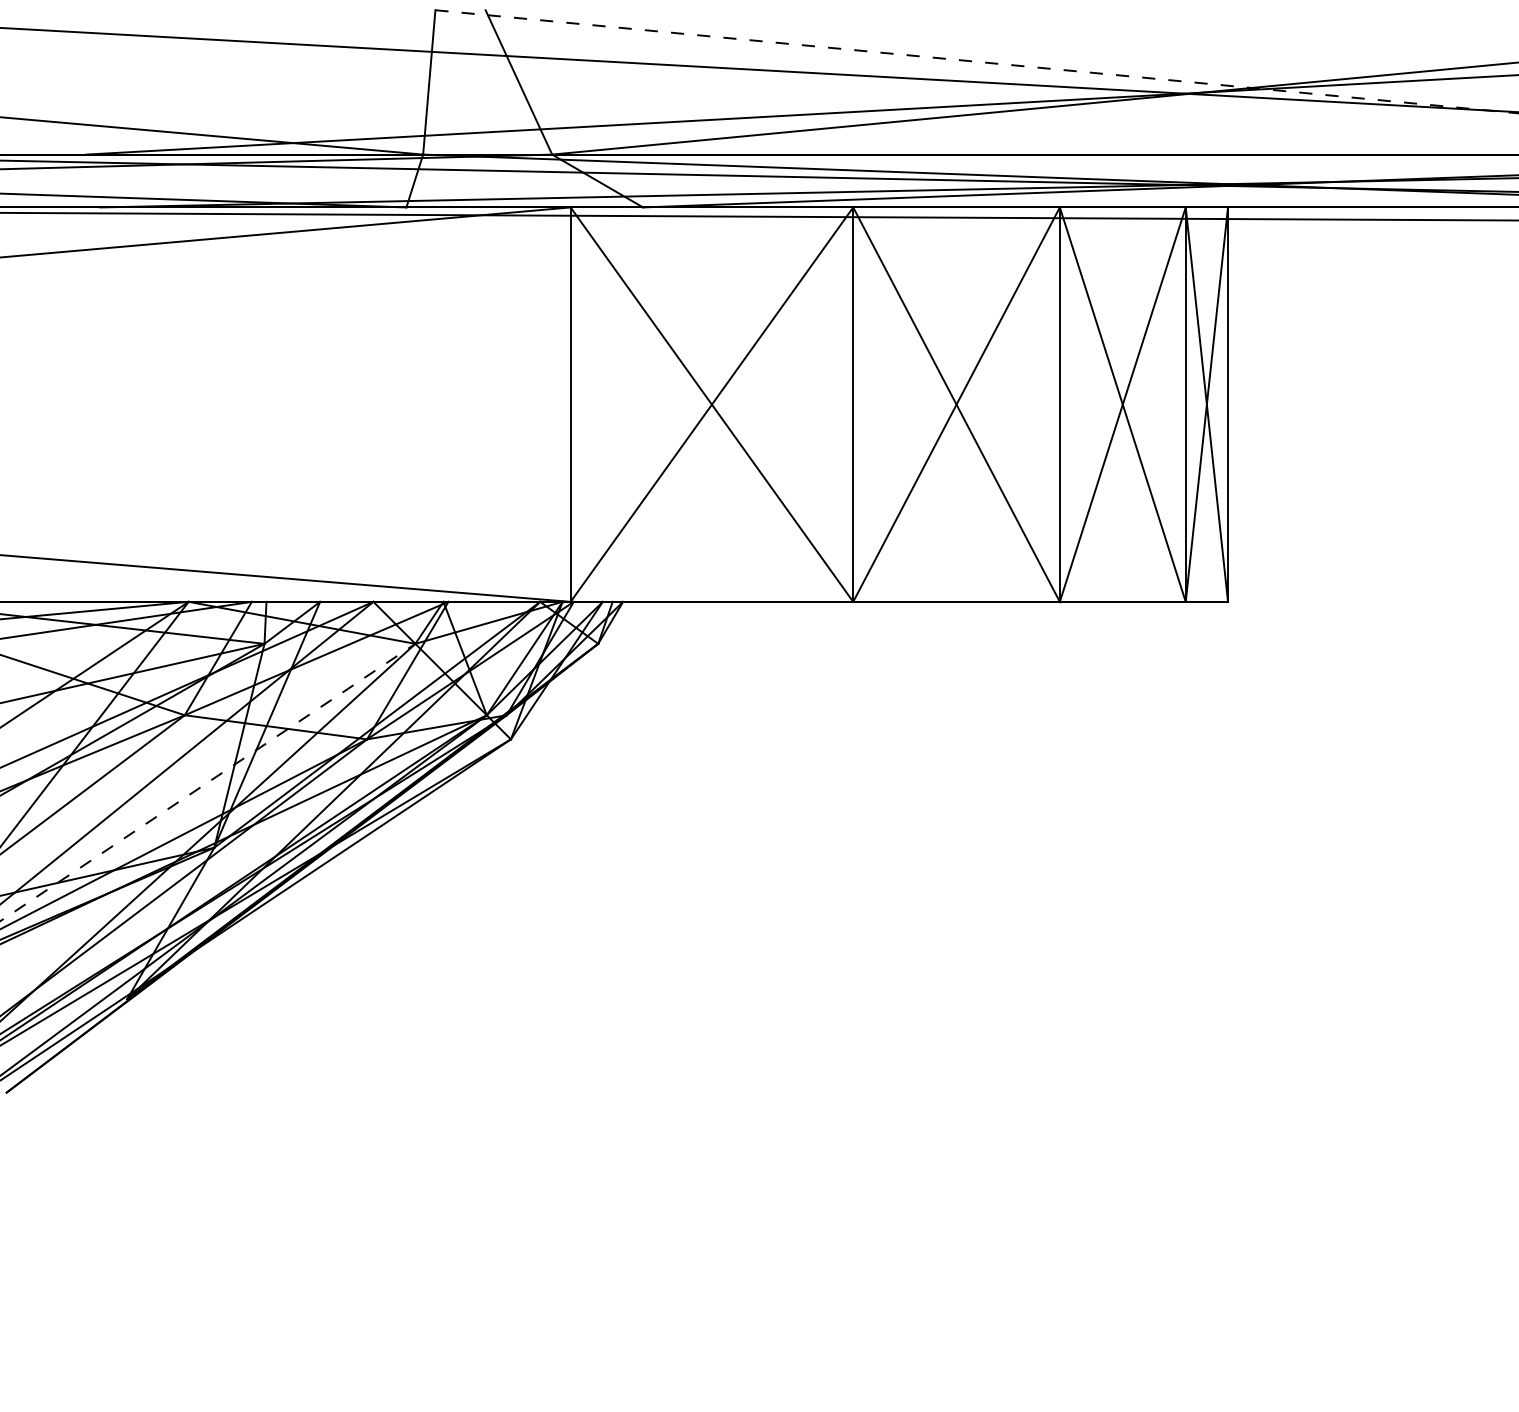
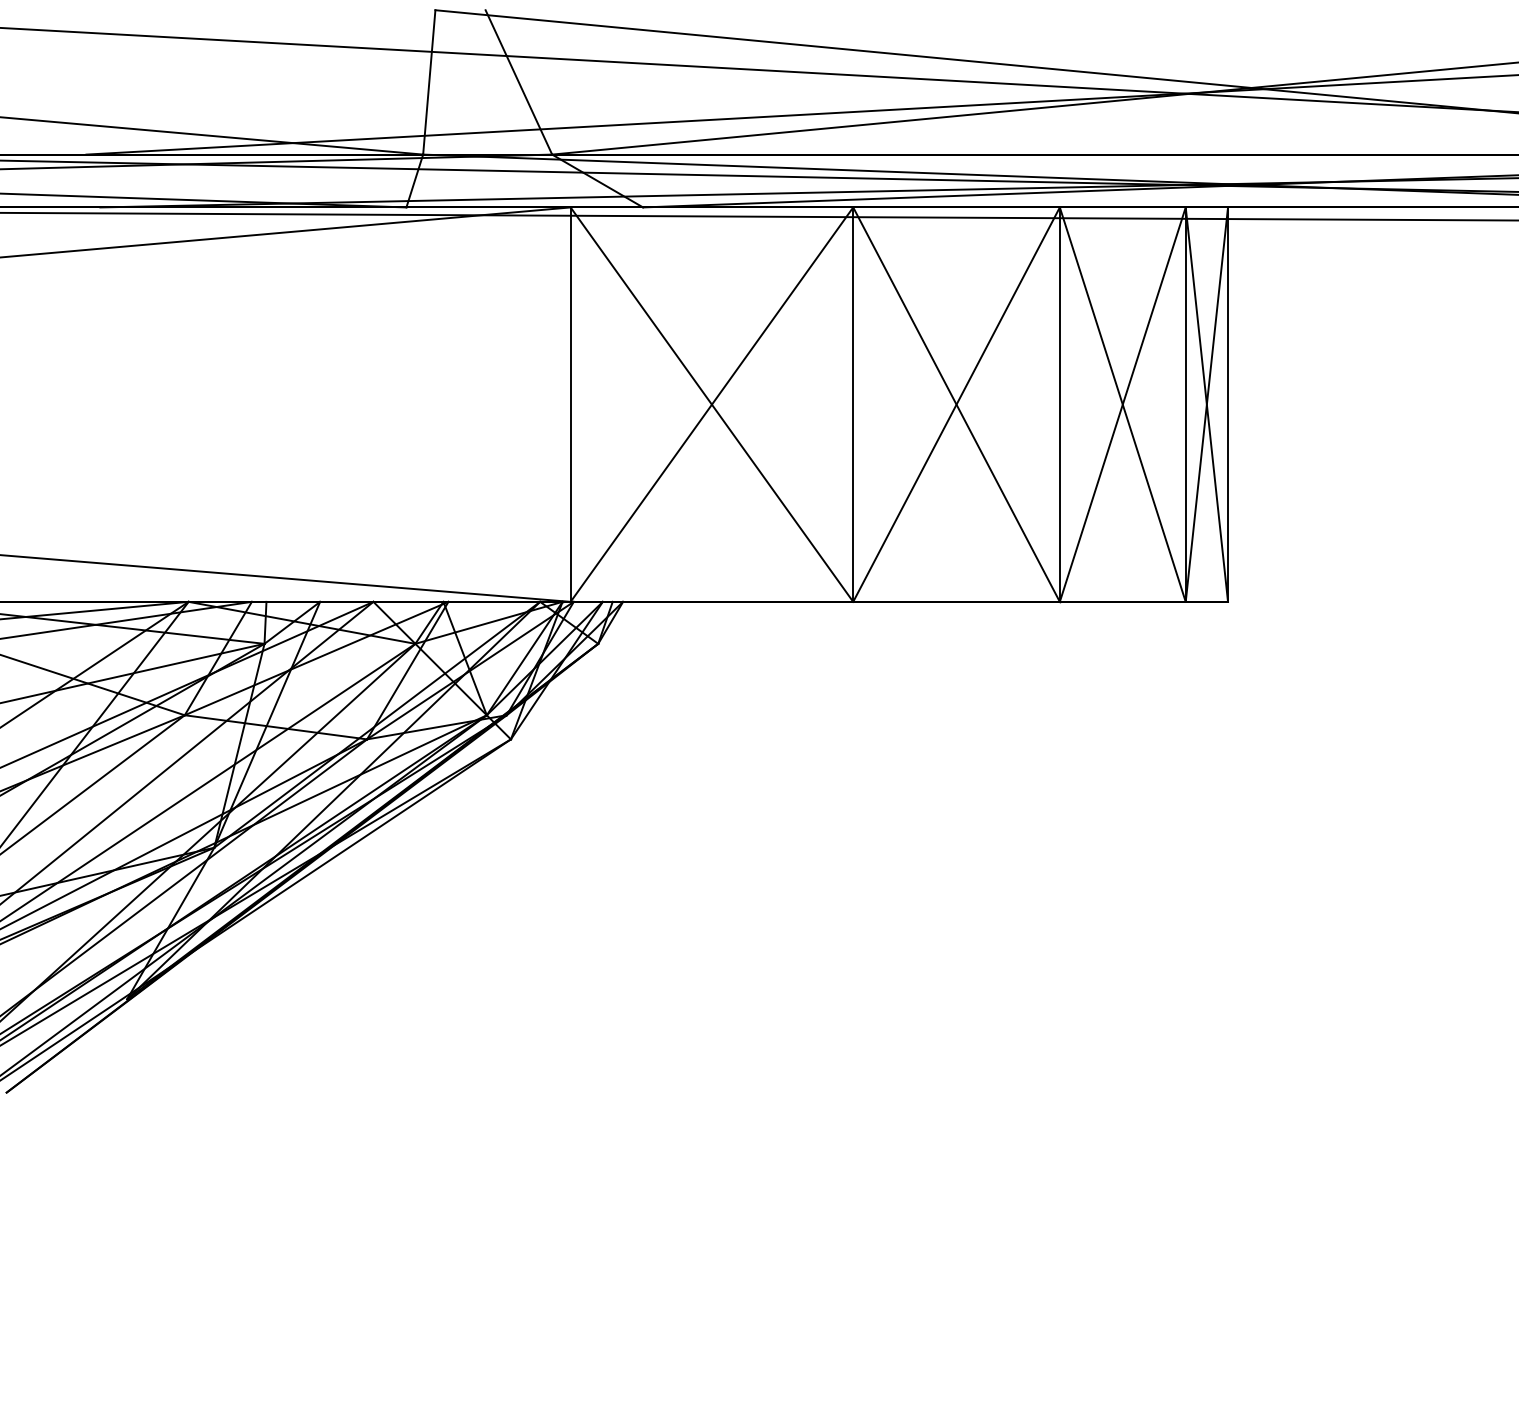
line at (977, 61): dashed -> solid
line at (208, 782): dashed -> solid
